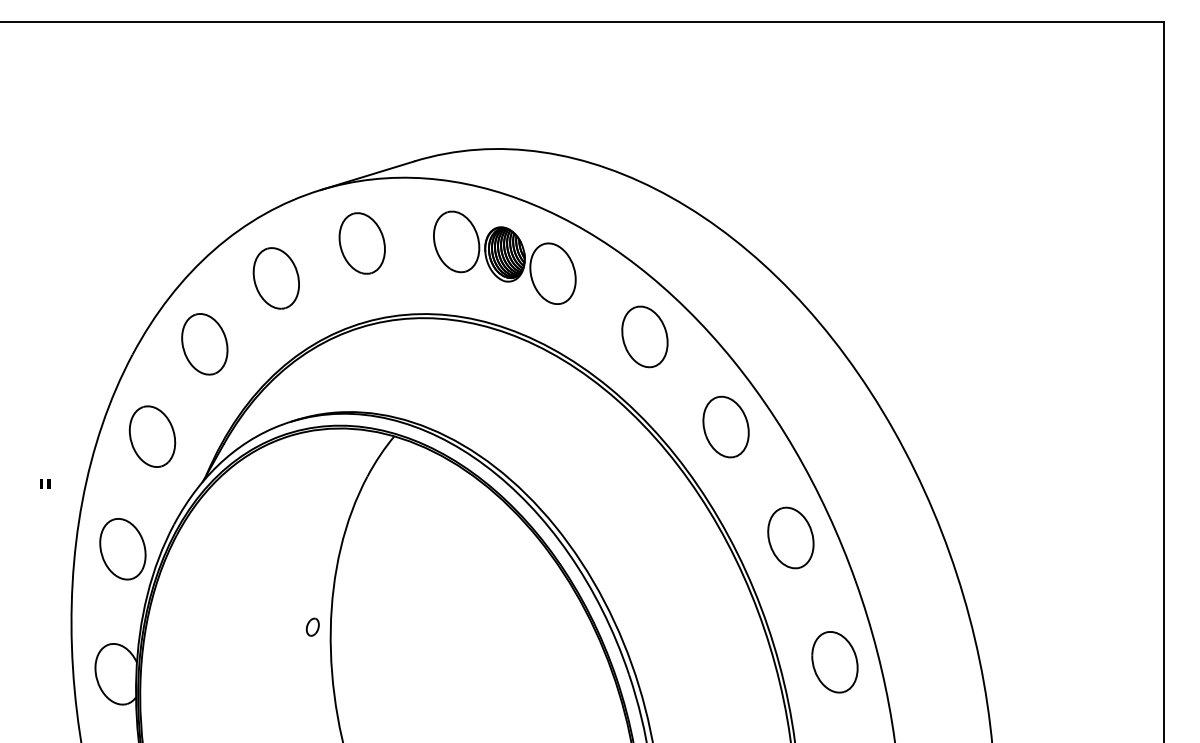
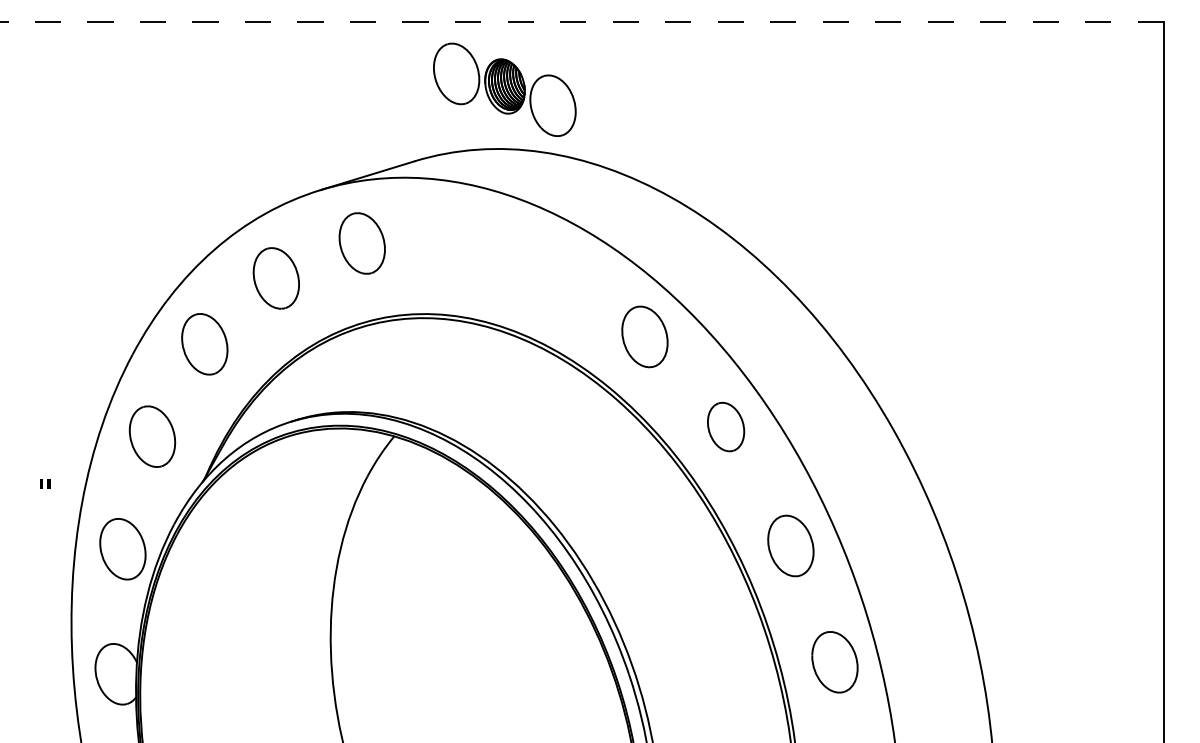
line at (582, 22): solid -> dashed
part at (504, 257) position: (504, 257) -> (504, 89)
part at (725, 426) size: 48x64 px -> 39x51 px
part at (790, 537) position: (790, 537) -> (790, 545)
part at (312, 626): present -> none
